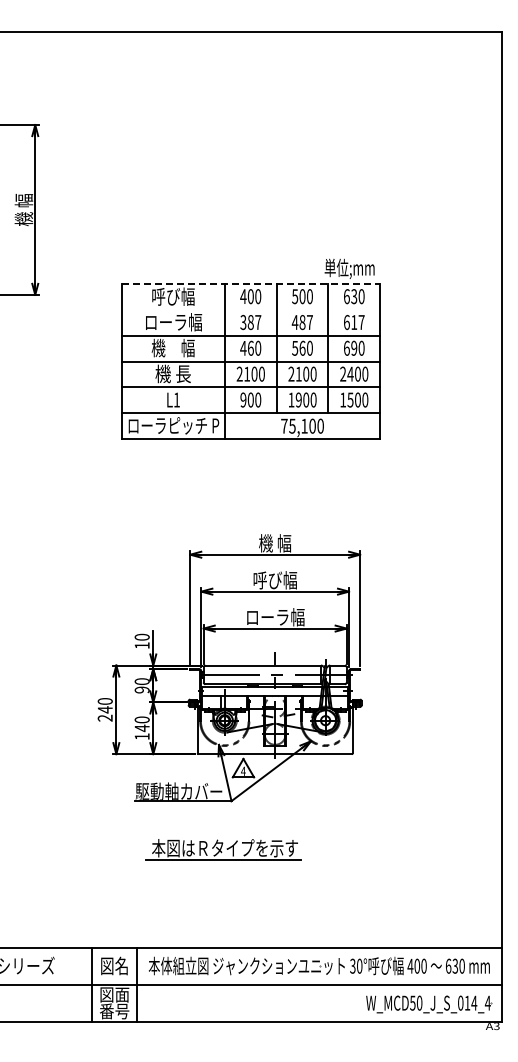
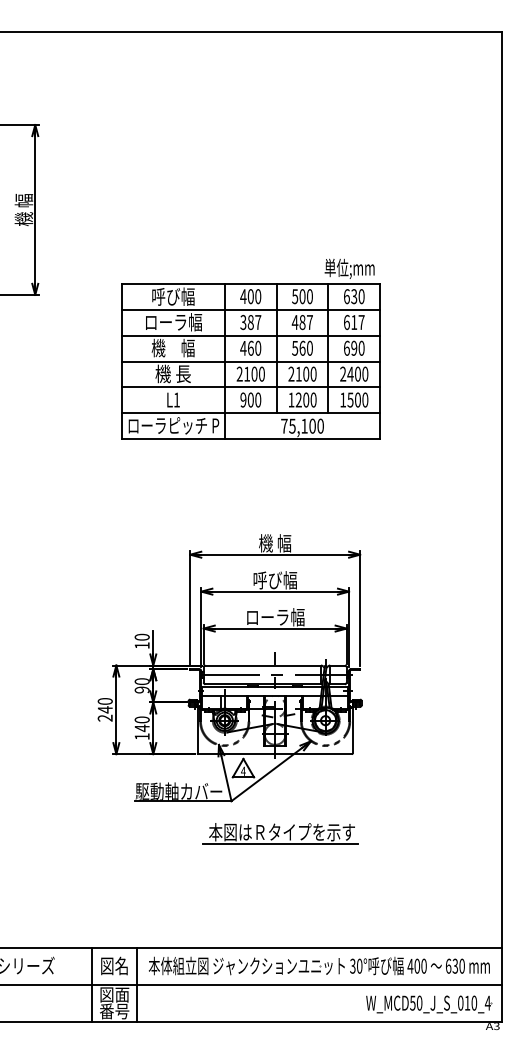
line at (251, 284): dashed -> solid
line at (250, 309): none -> present
text at (298, 400): 1900 -> 1200
part at (223, 849) position: (223, 849) -> (280, 833)
text at (474, 1002): W_MCD50_J_S_014_4 -> W_MCD50_J_S_010_4
